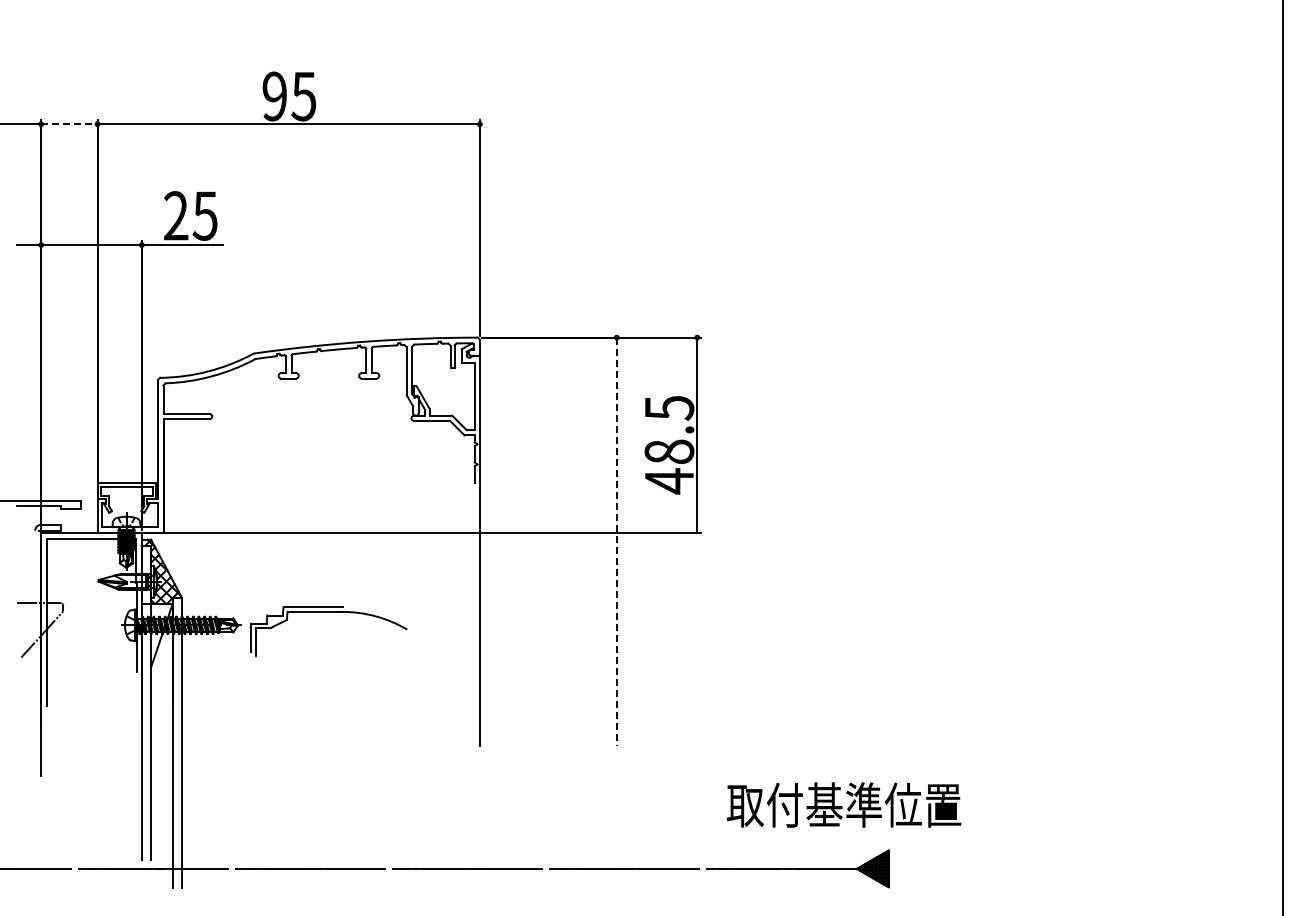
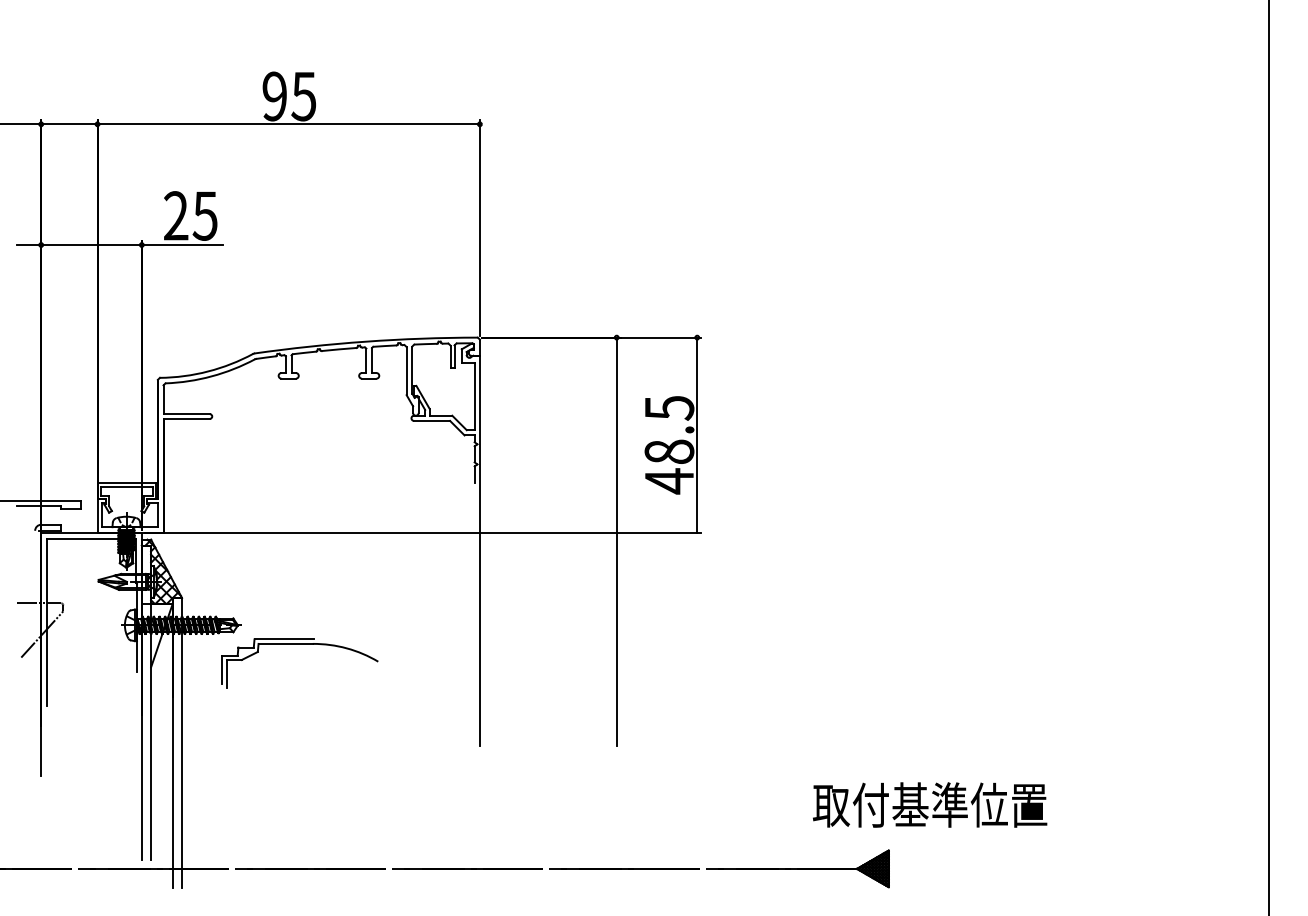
line at (69, 124): dashed -> solid
line at (1282, 457) position: (1282, 457) -> (1268, 457)
line at (616, 542): dashed -> solid
part at (328, 612) position: (328, 612) -> (299, 644)
text at (844, 804) position: (844, 804) -> (930, 804)
